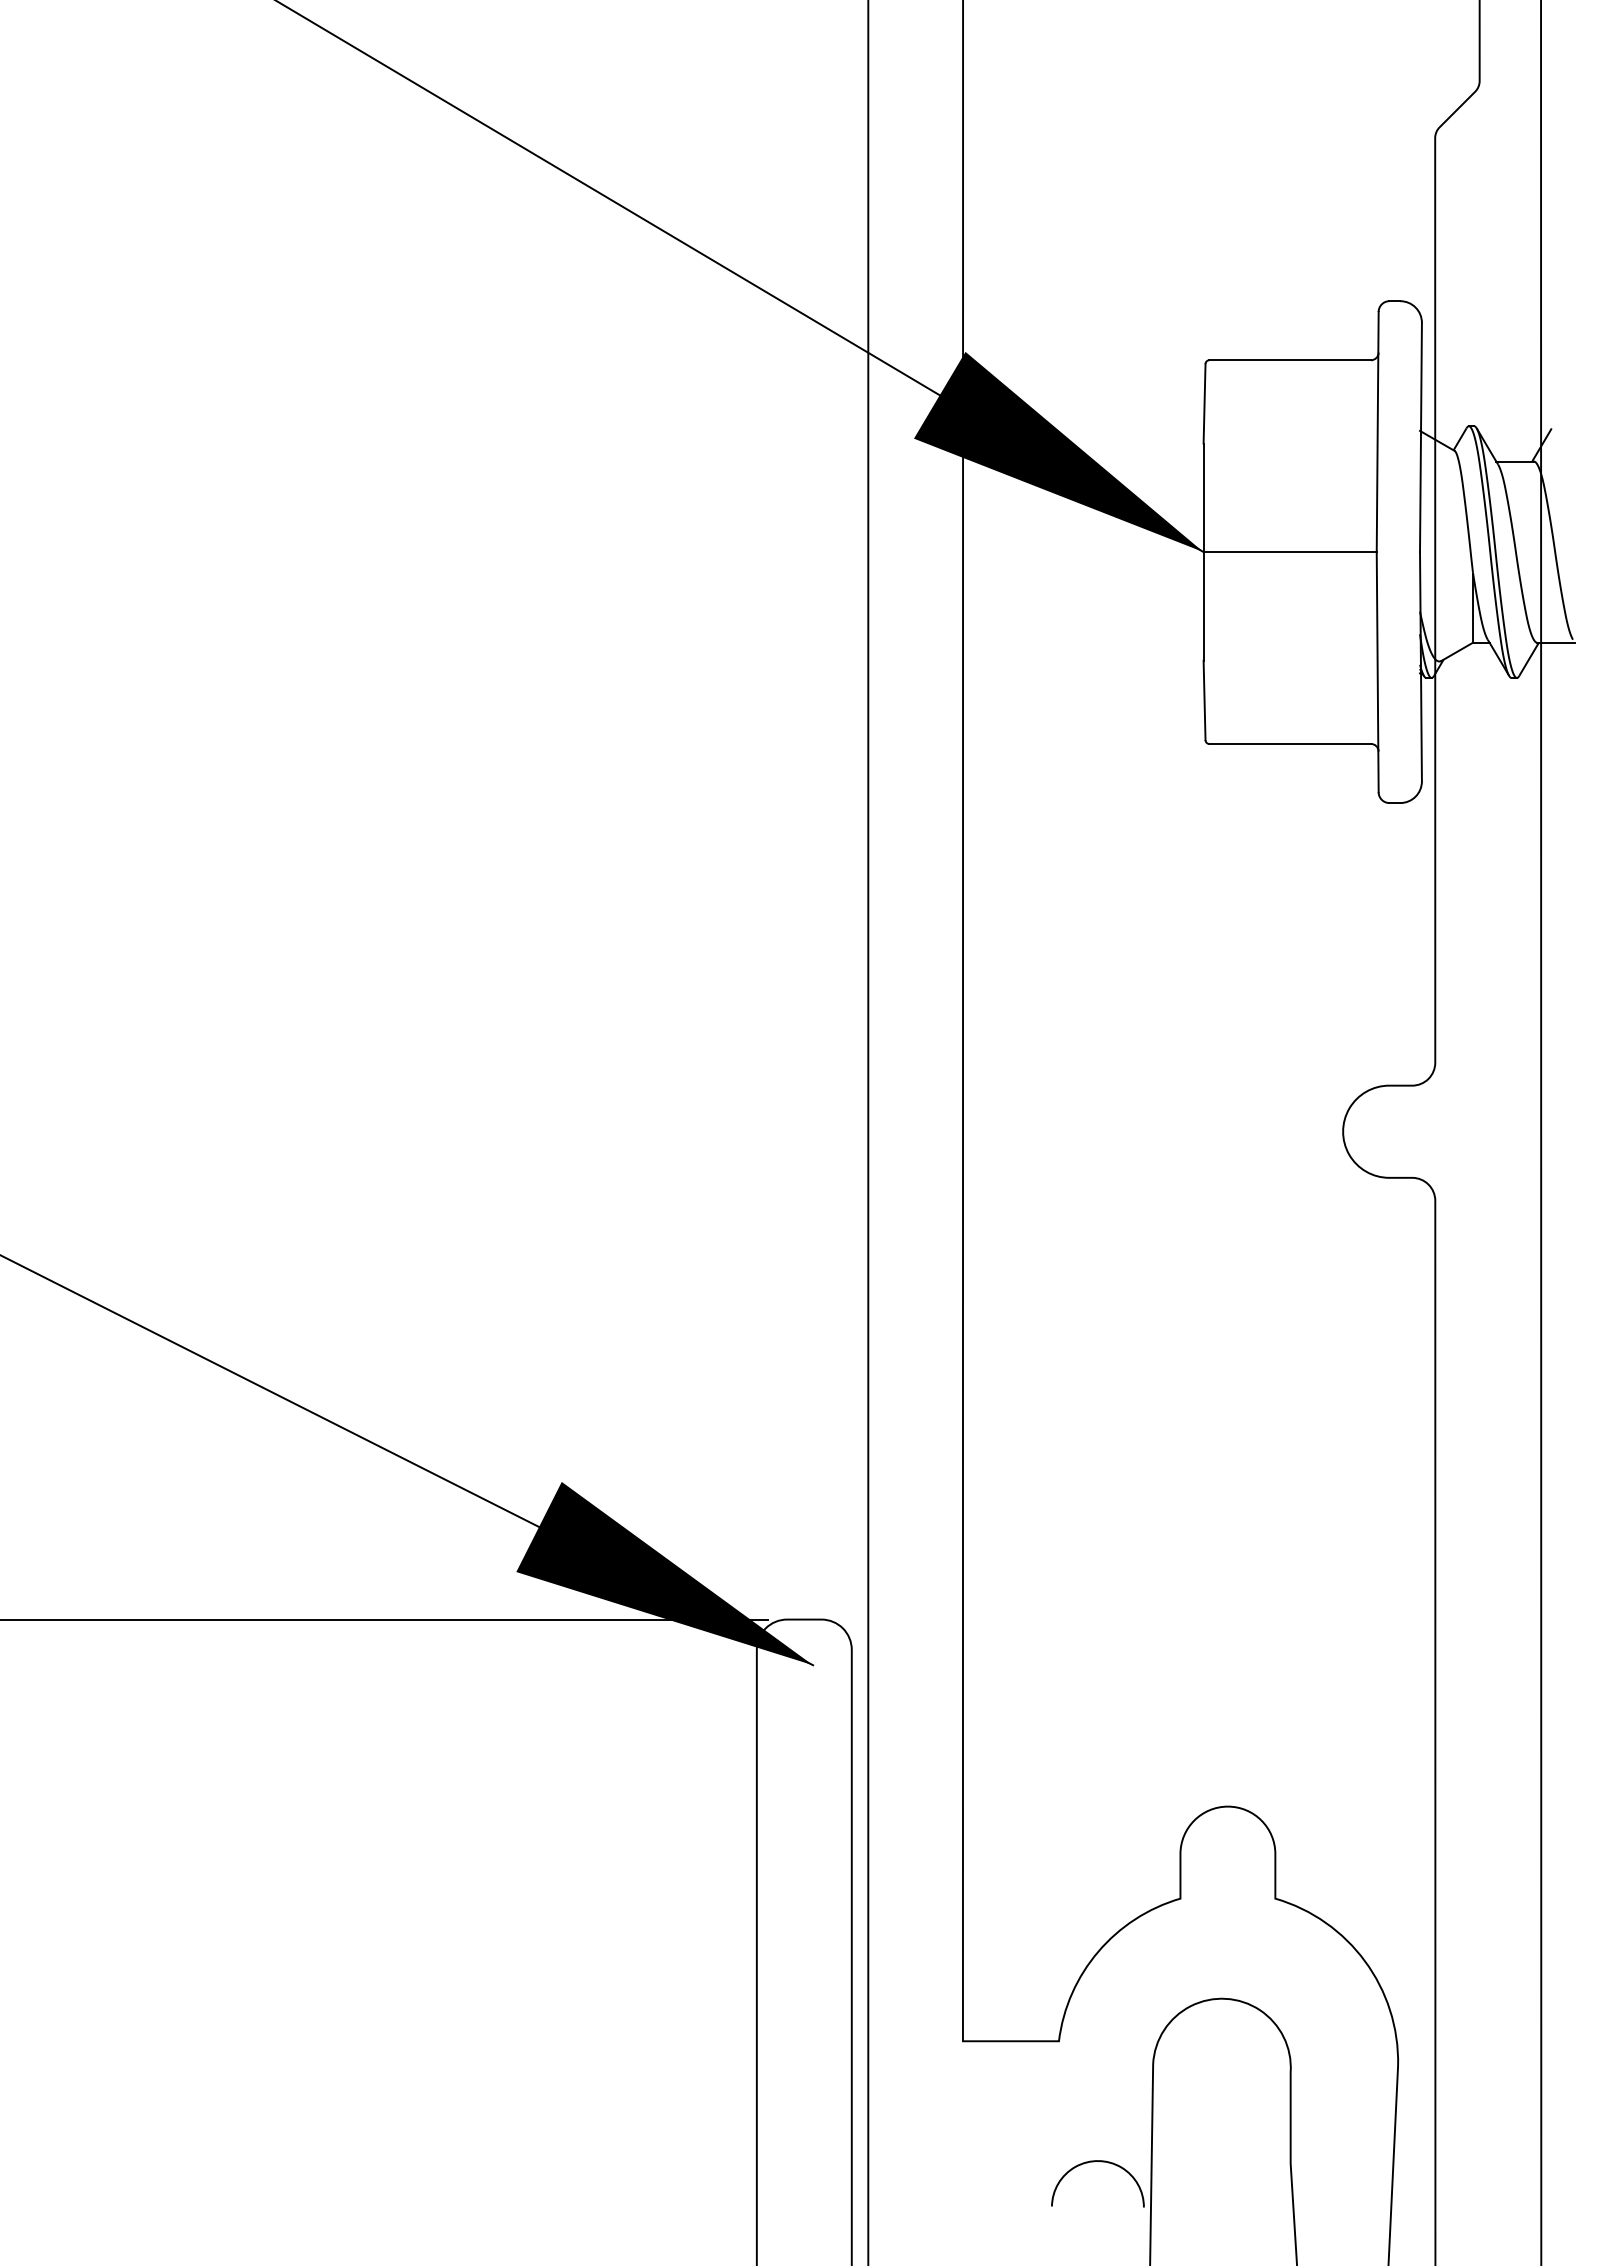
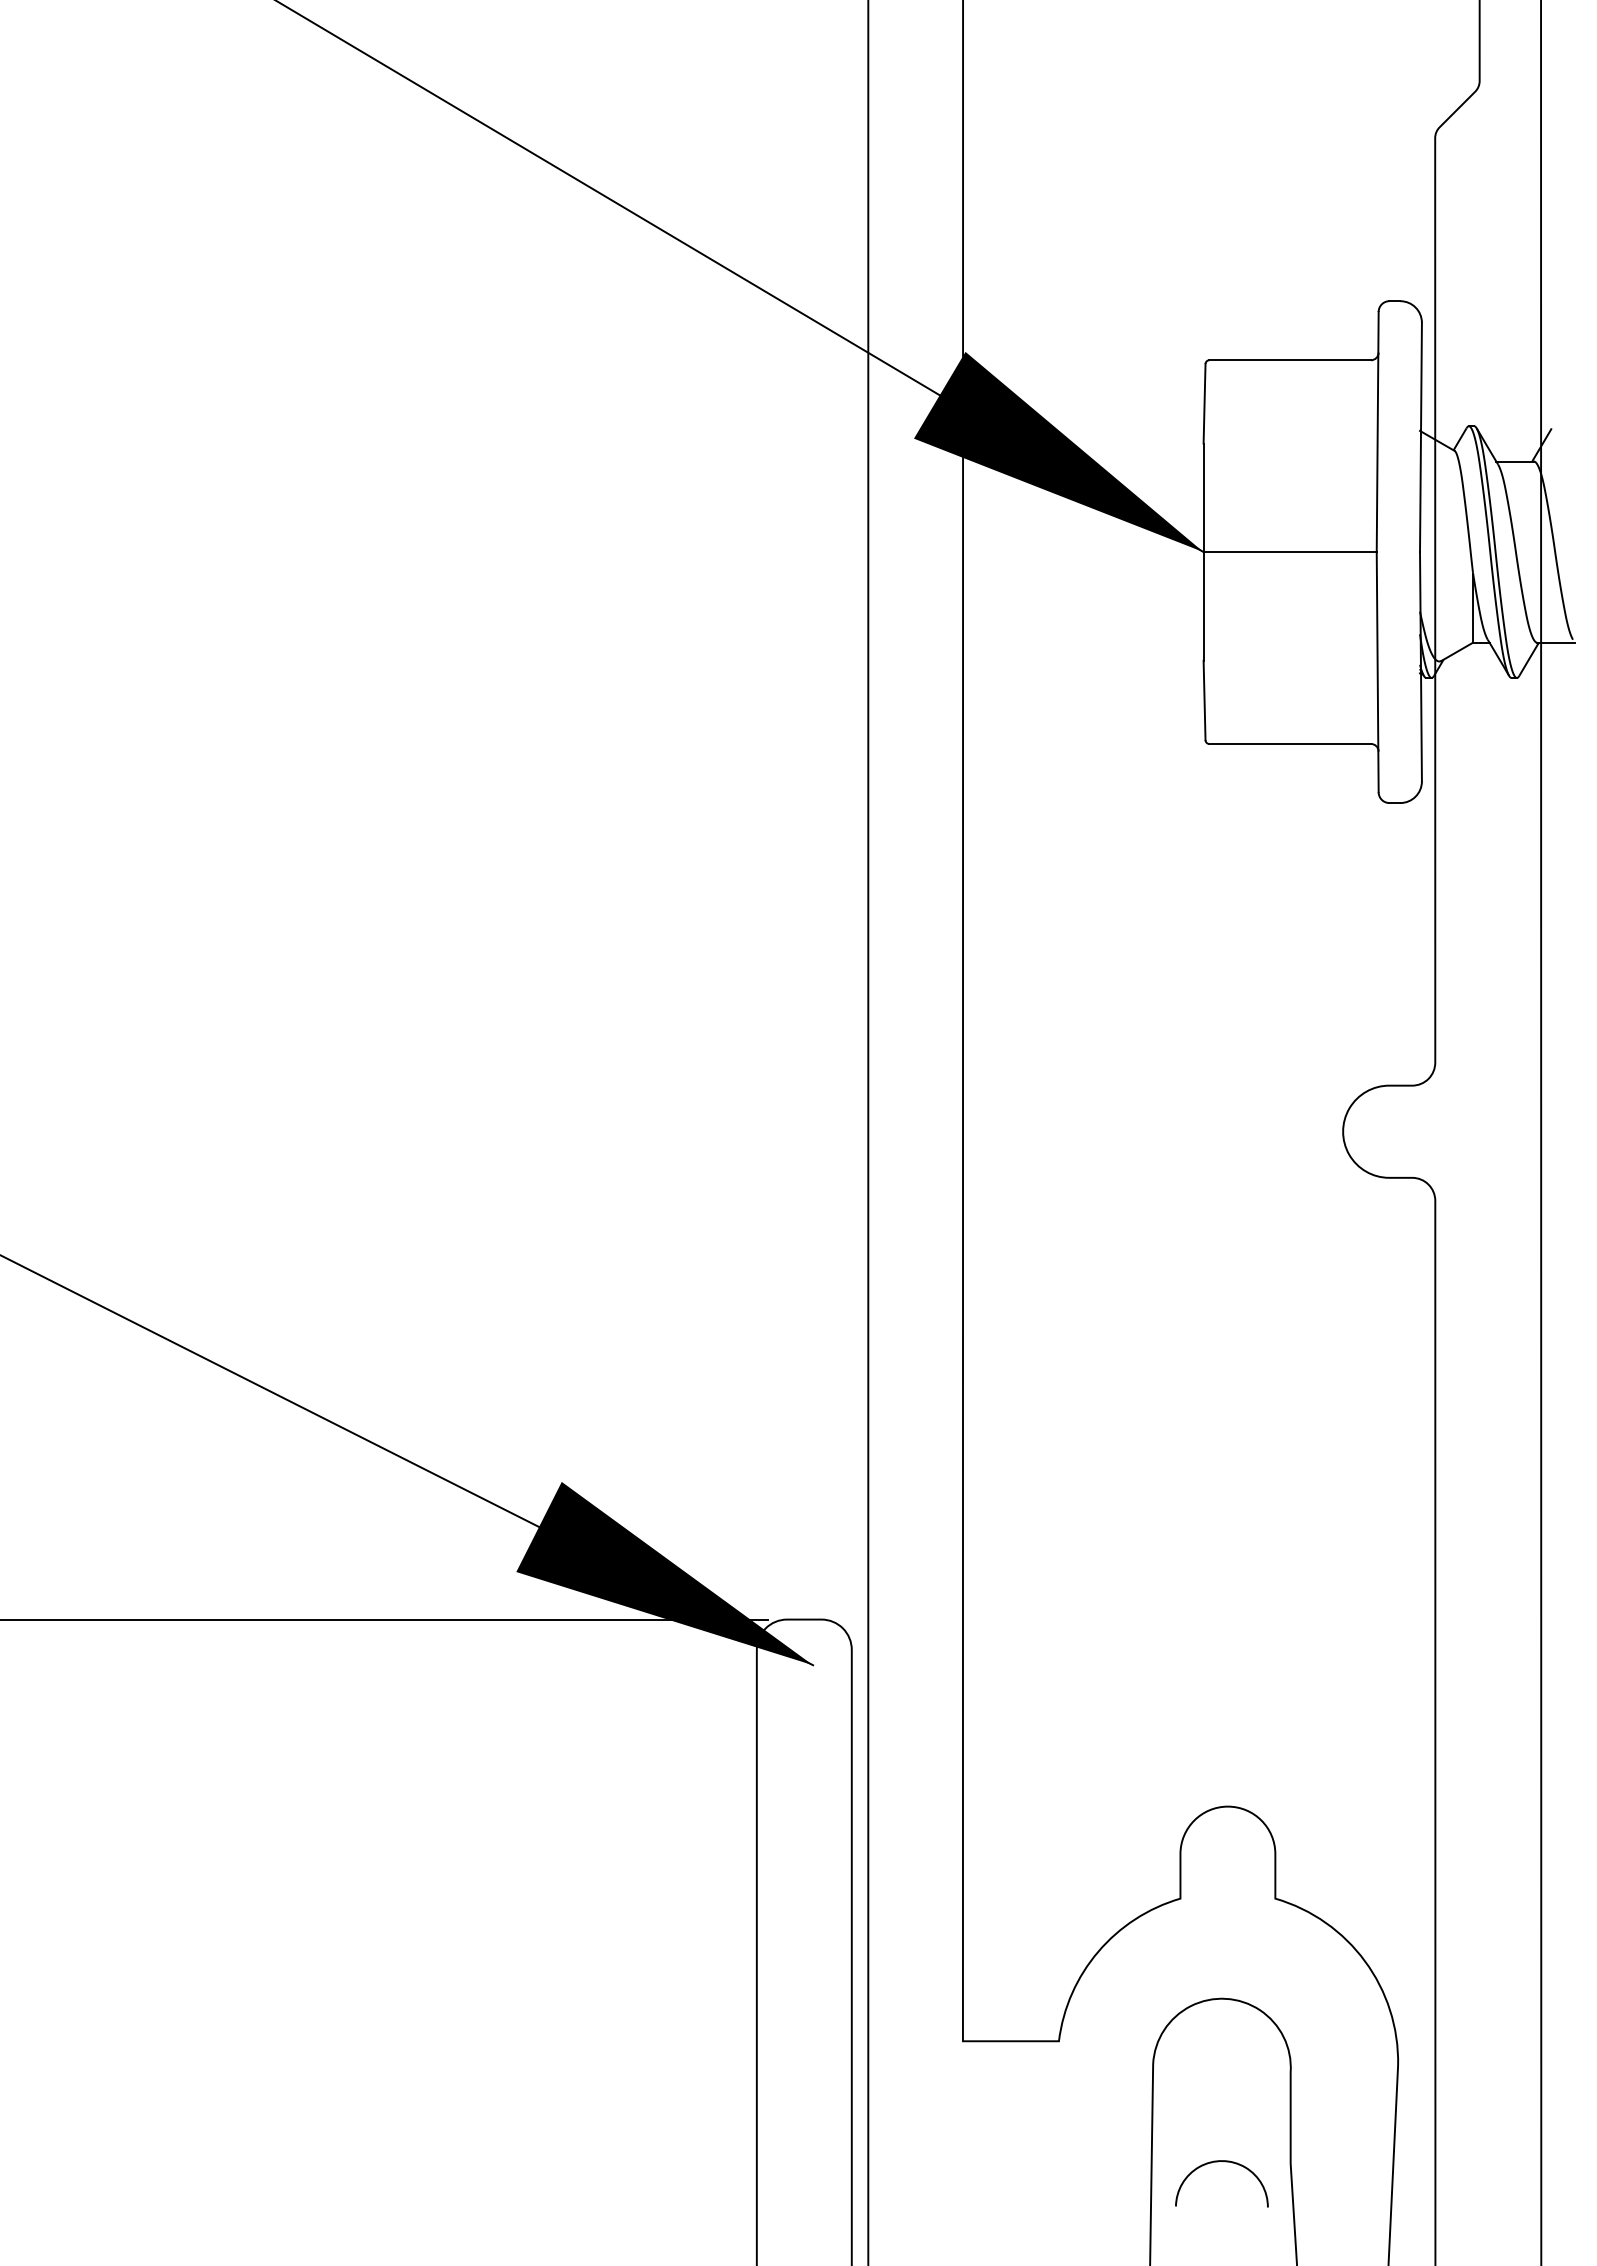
curve at (1094, 2162) position: (1094, 2162) -> (1218, 2162)
